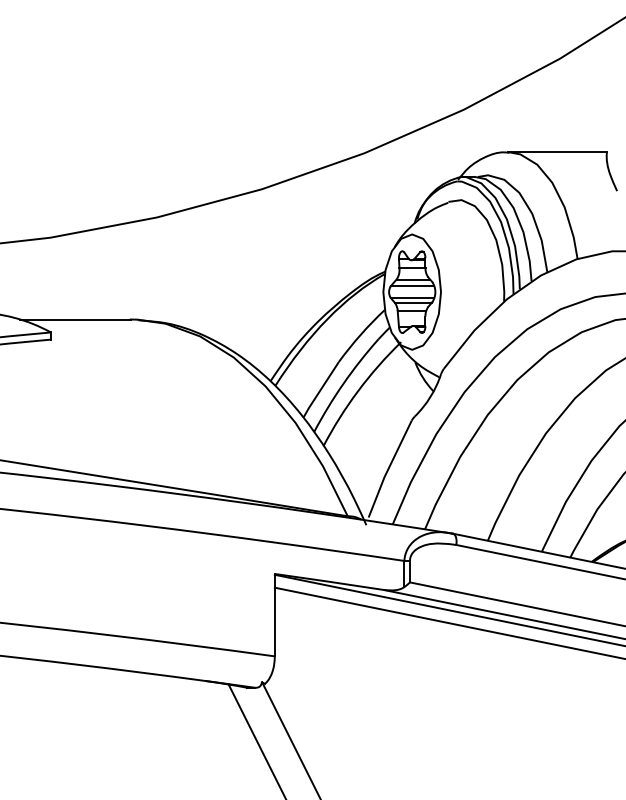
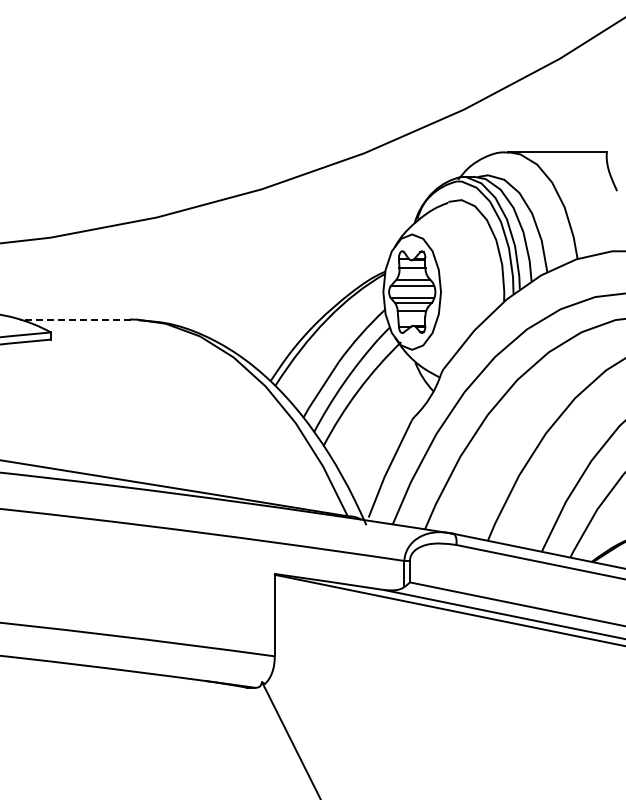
line at (75, 319): solid -> dashed
line at (448, 622): present -> none
line at (256, 740): present -> none
